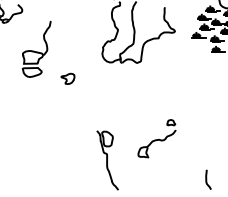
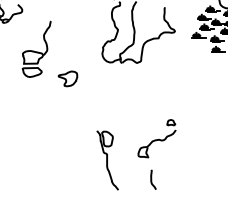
part at (67, 78) size: 16x13 px -> 22x18 px
curve at (207, 179) position: (207, 179) -> (152, 179)
